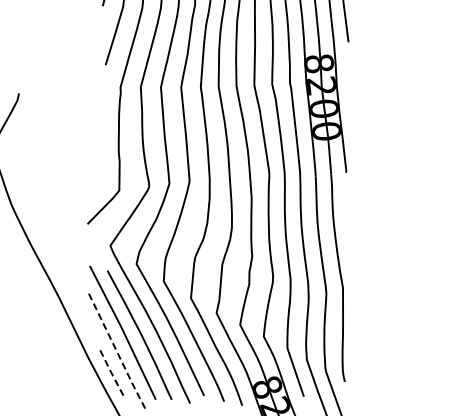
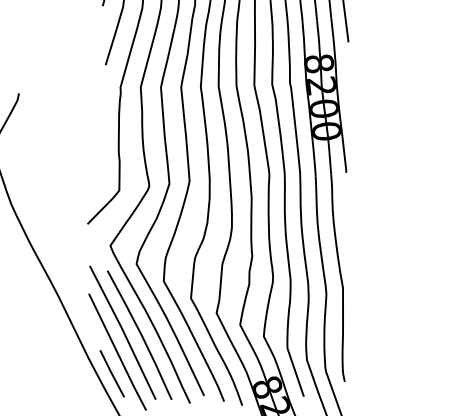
line at (117, 352): dashed -> solid
line at (111, 373): dashed -> solid
